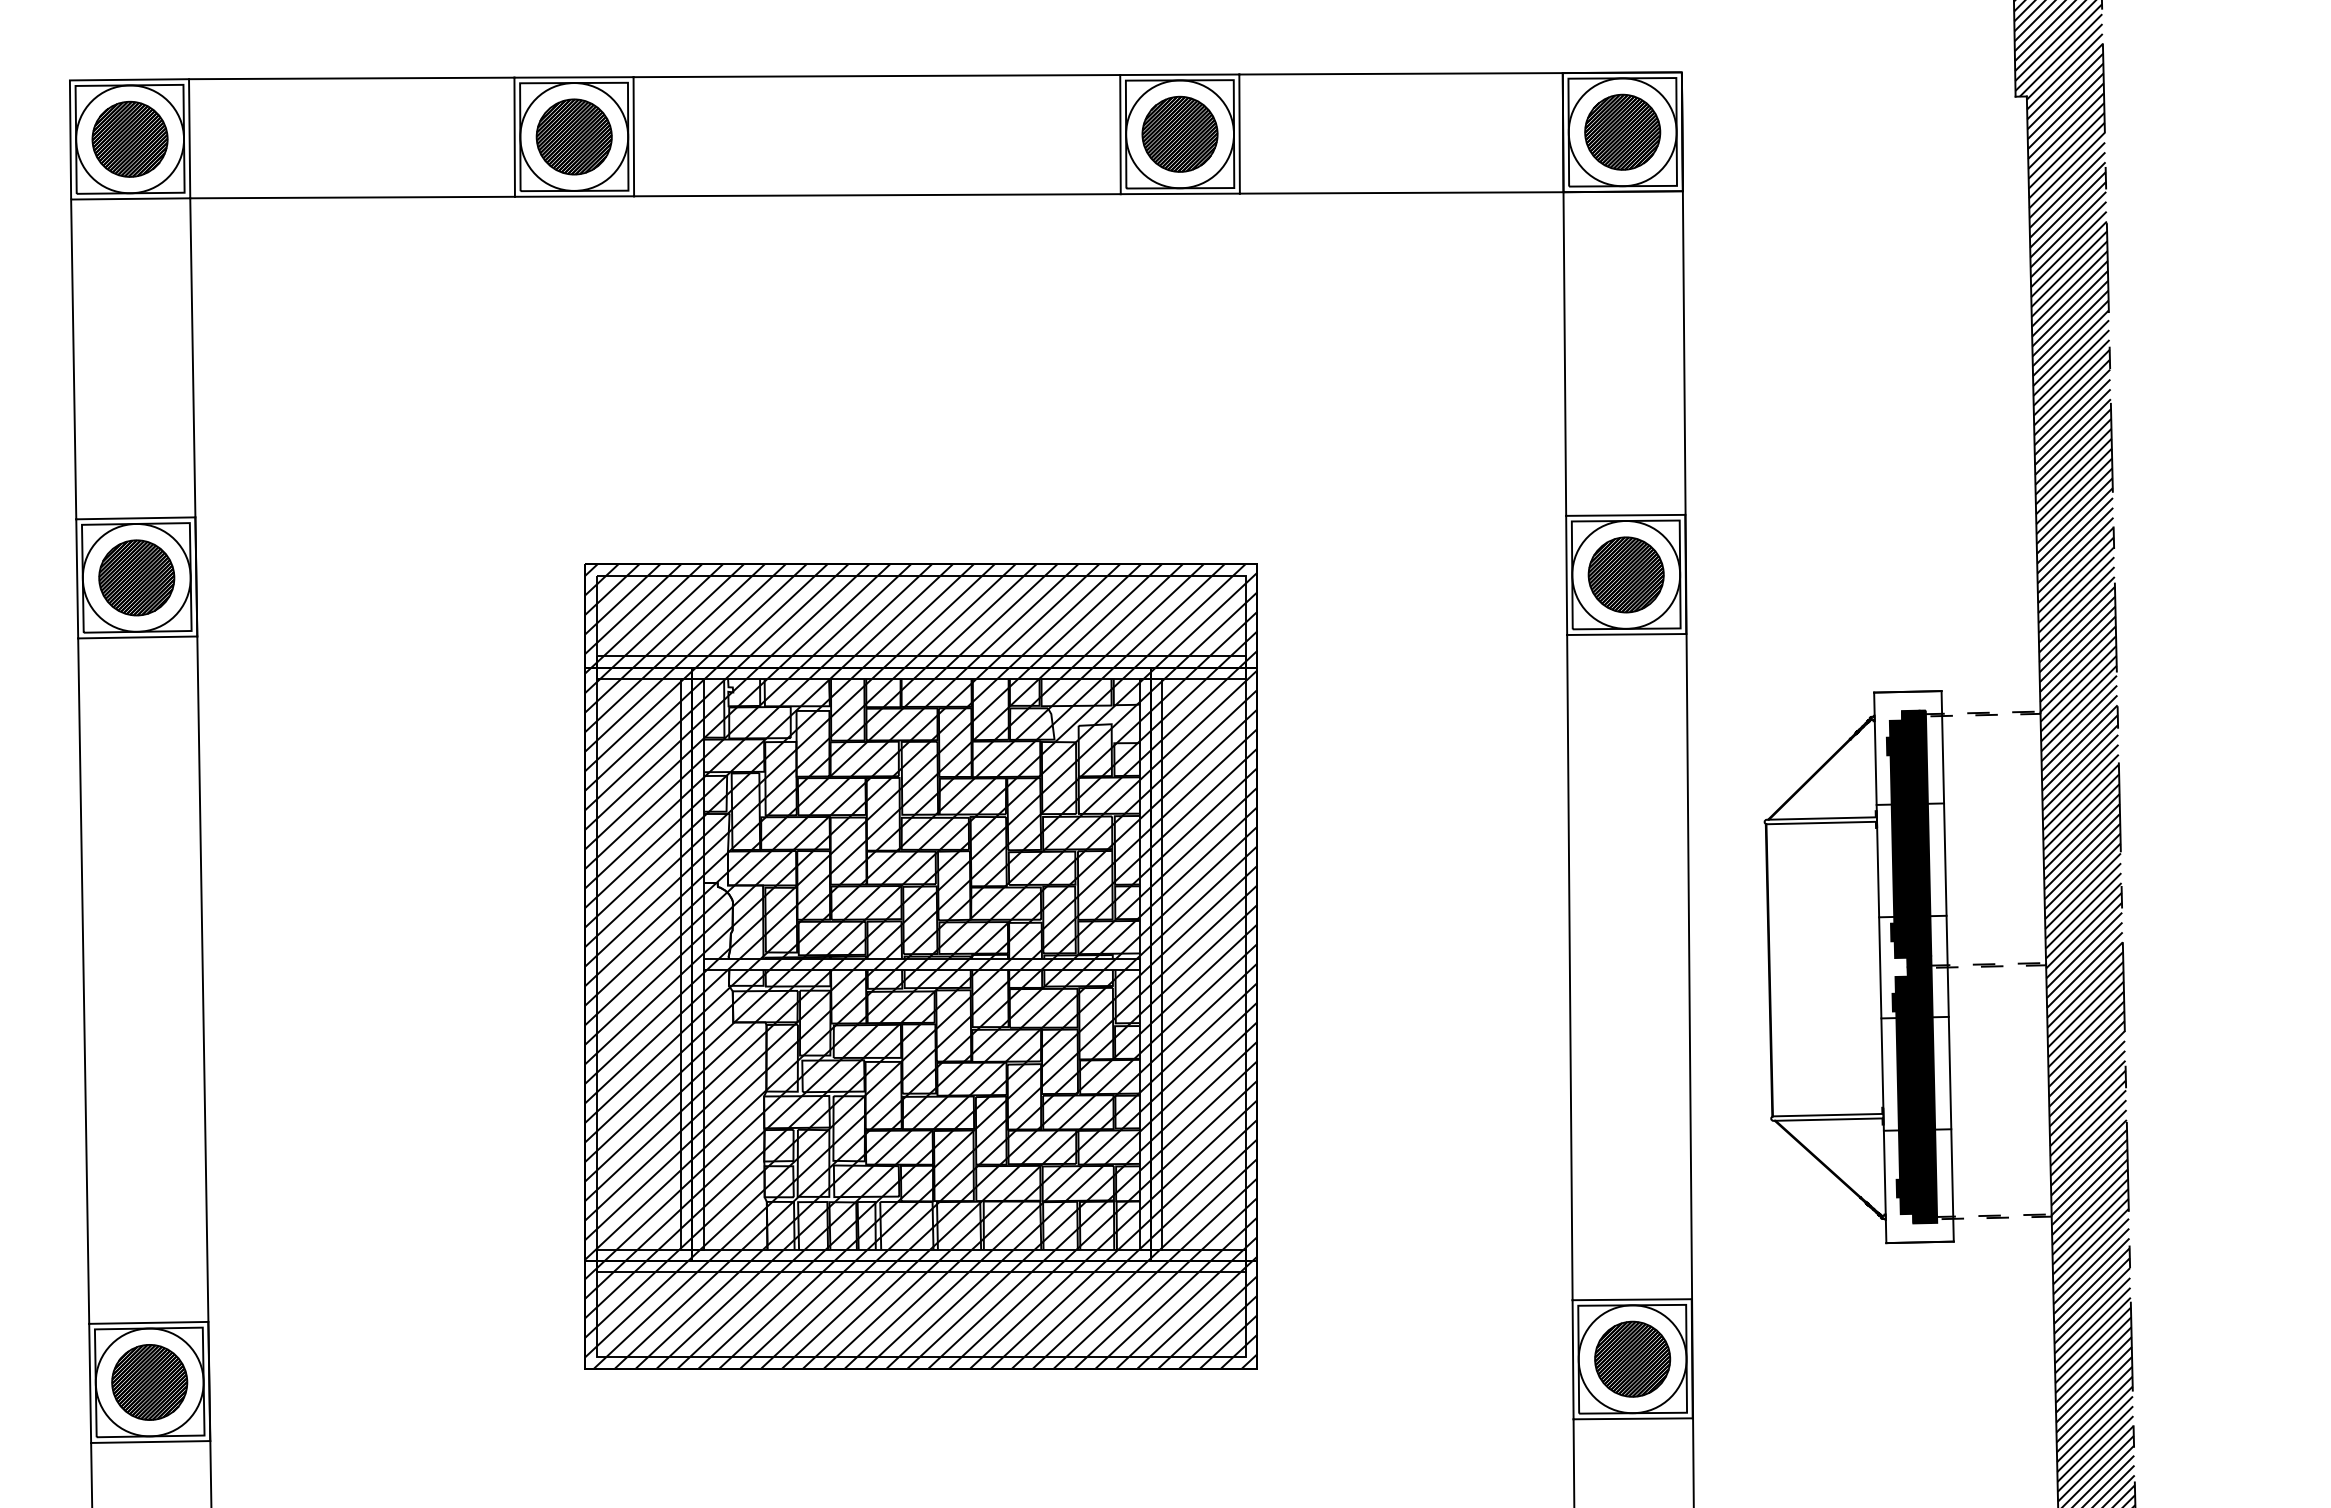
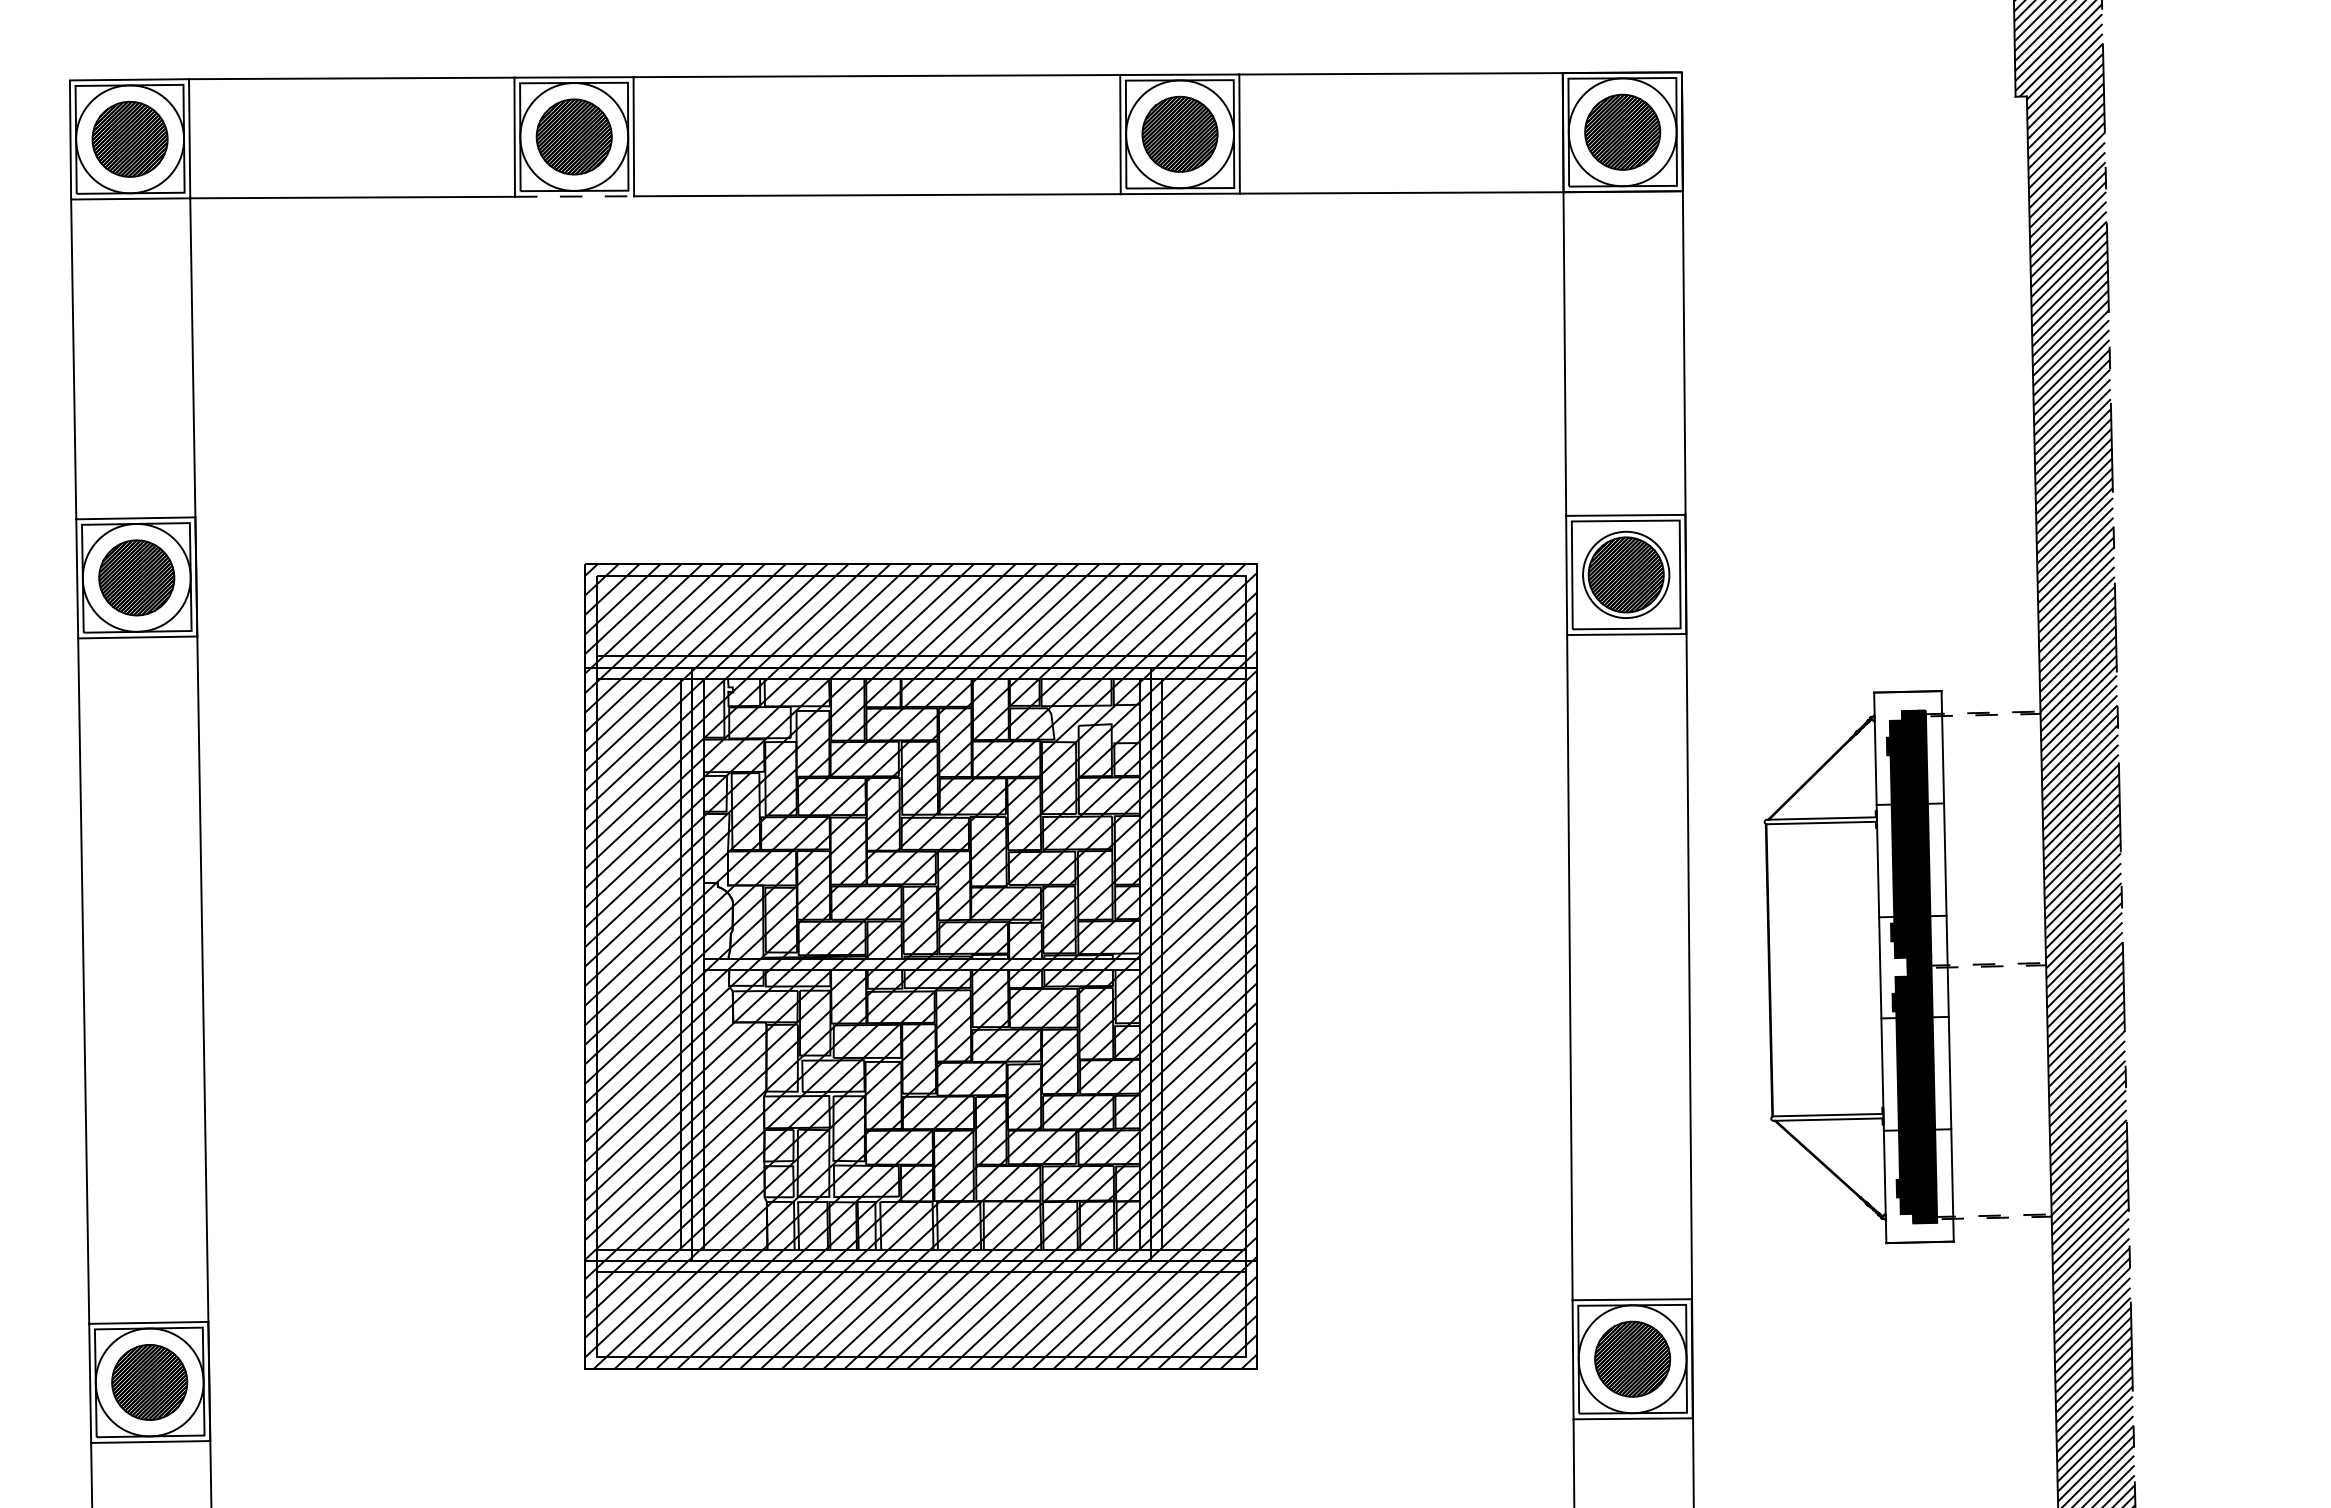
line at (574, 196): solid -> dashed
circle at (1626, 574) diameter: 108 px -> 86 px
